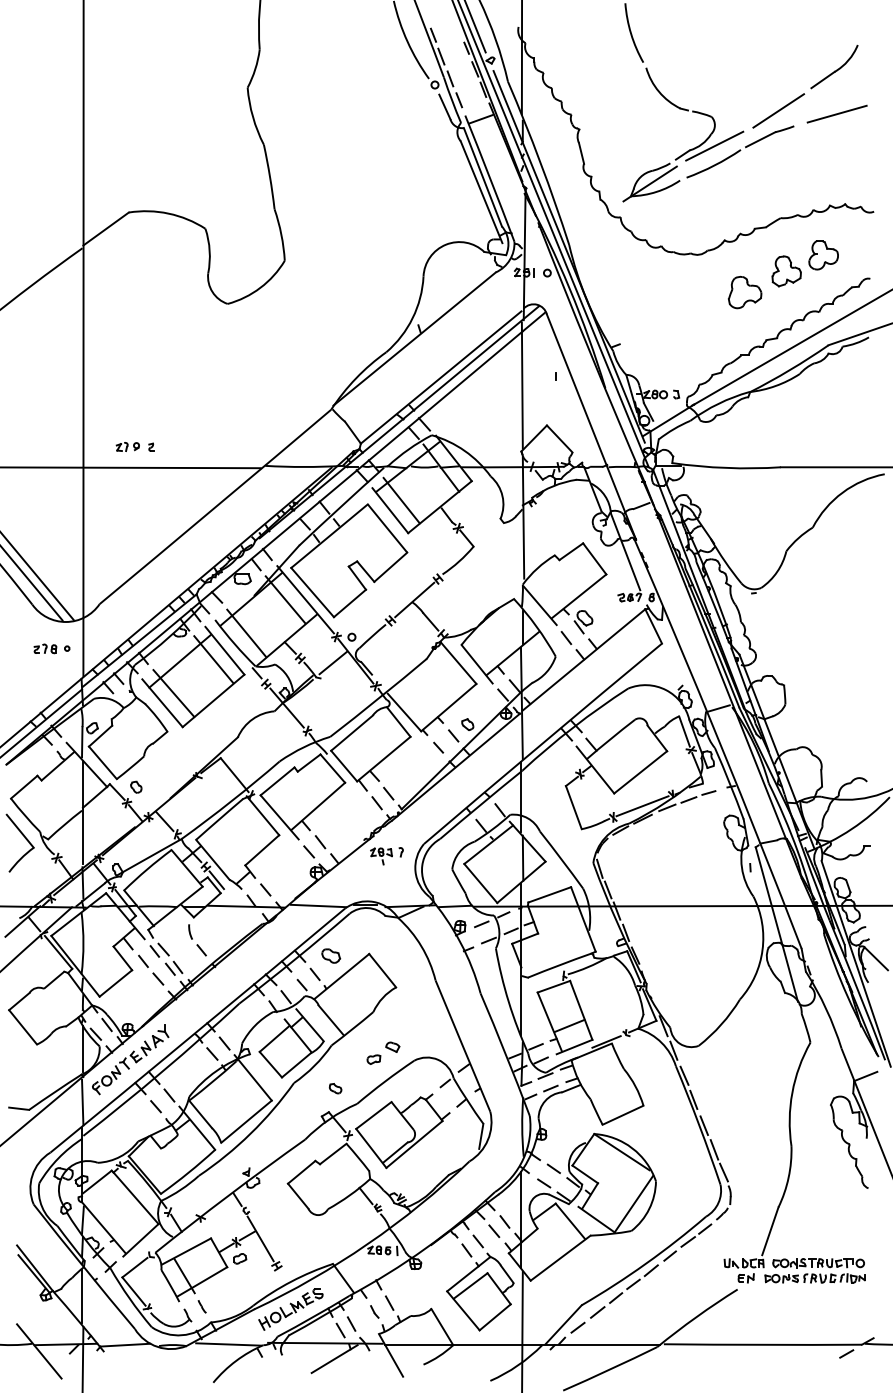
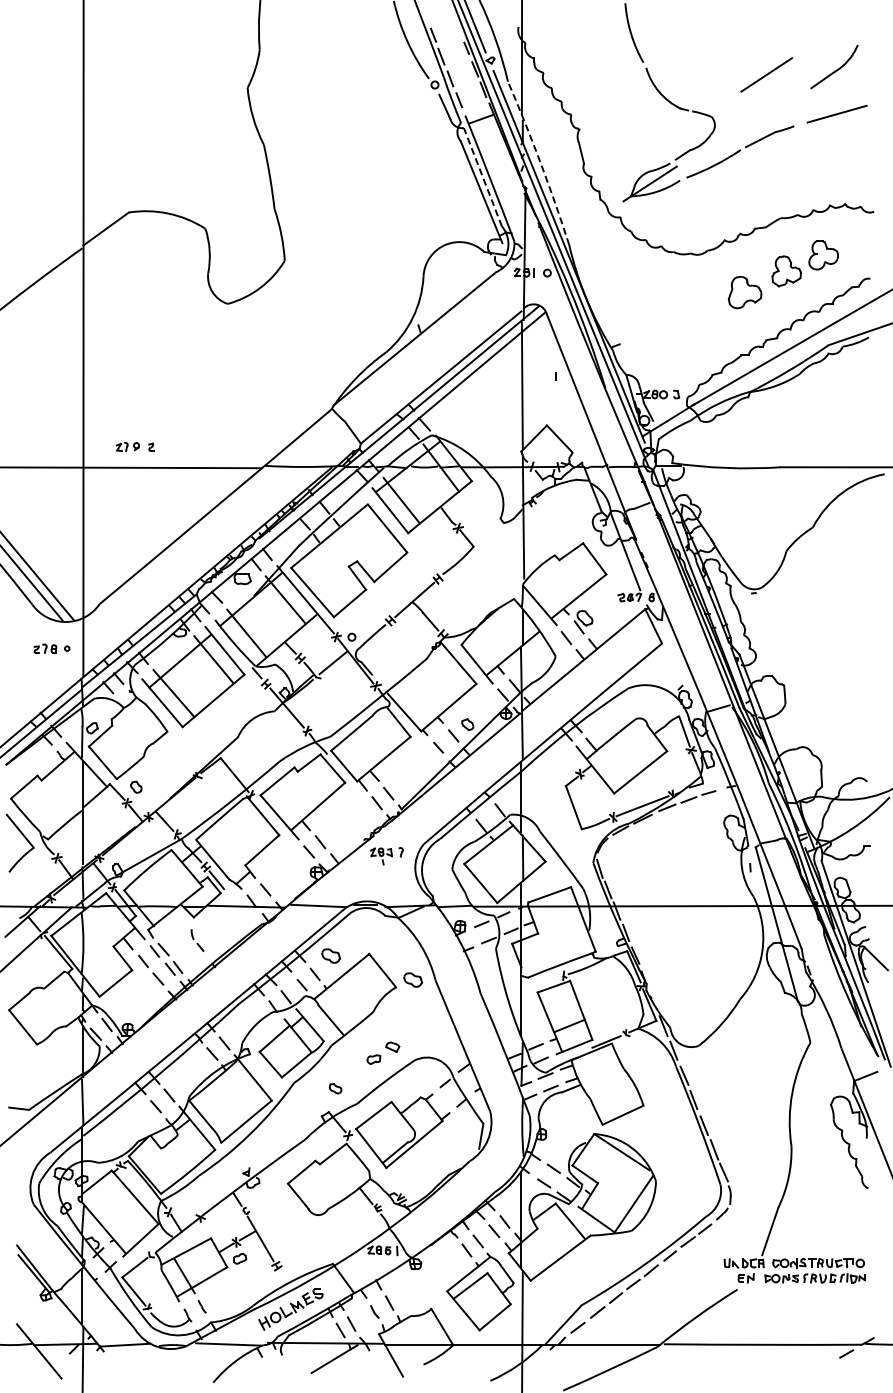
line at (778, 110) position: (778, 110) -> (766, 74)
line at (714, 145): present -> none
arc at (540, 162): solid -> dashed
line at (482, 177): solid -> dashed
part at (197, 940) size: 19x33 px -> 15x23 px
part at (413, 979): none -> present
part at (130, 1059): present -> none
